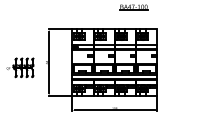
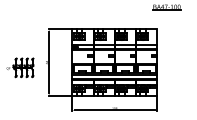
part at (133, 7) position: (133, 7) -> (166, 7)
